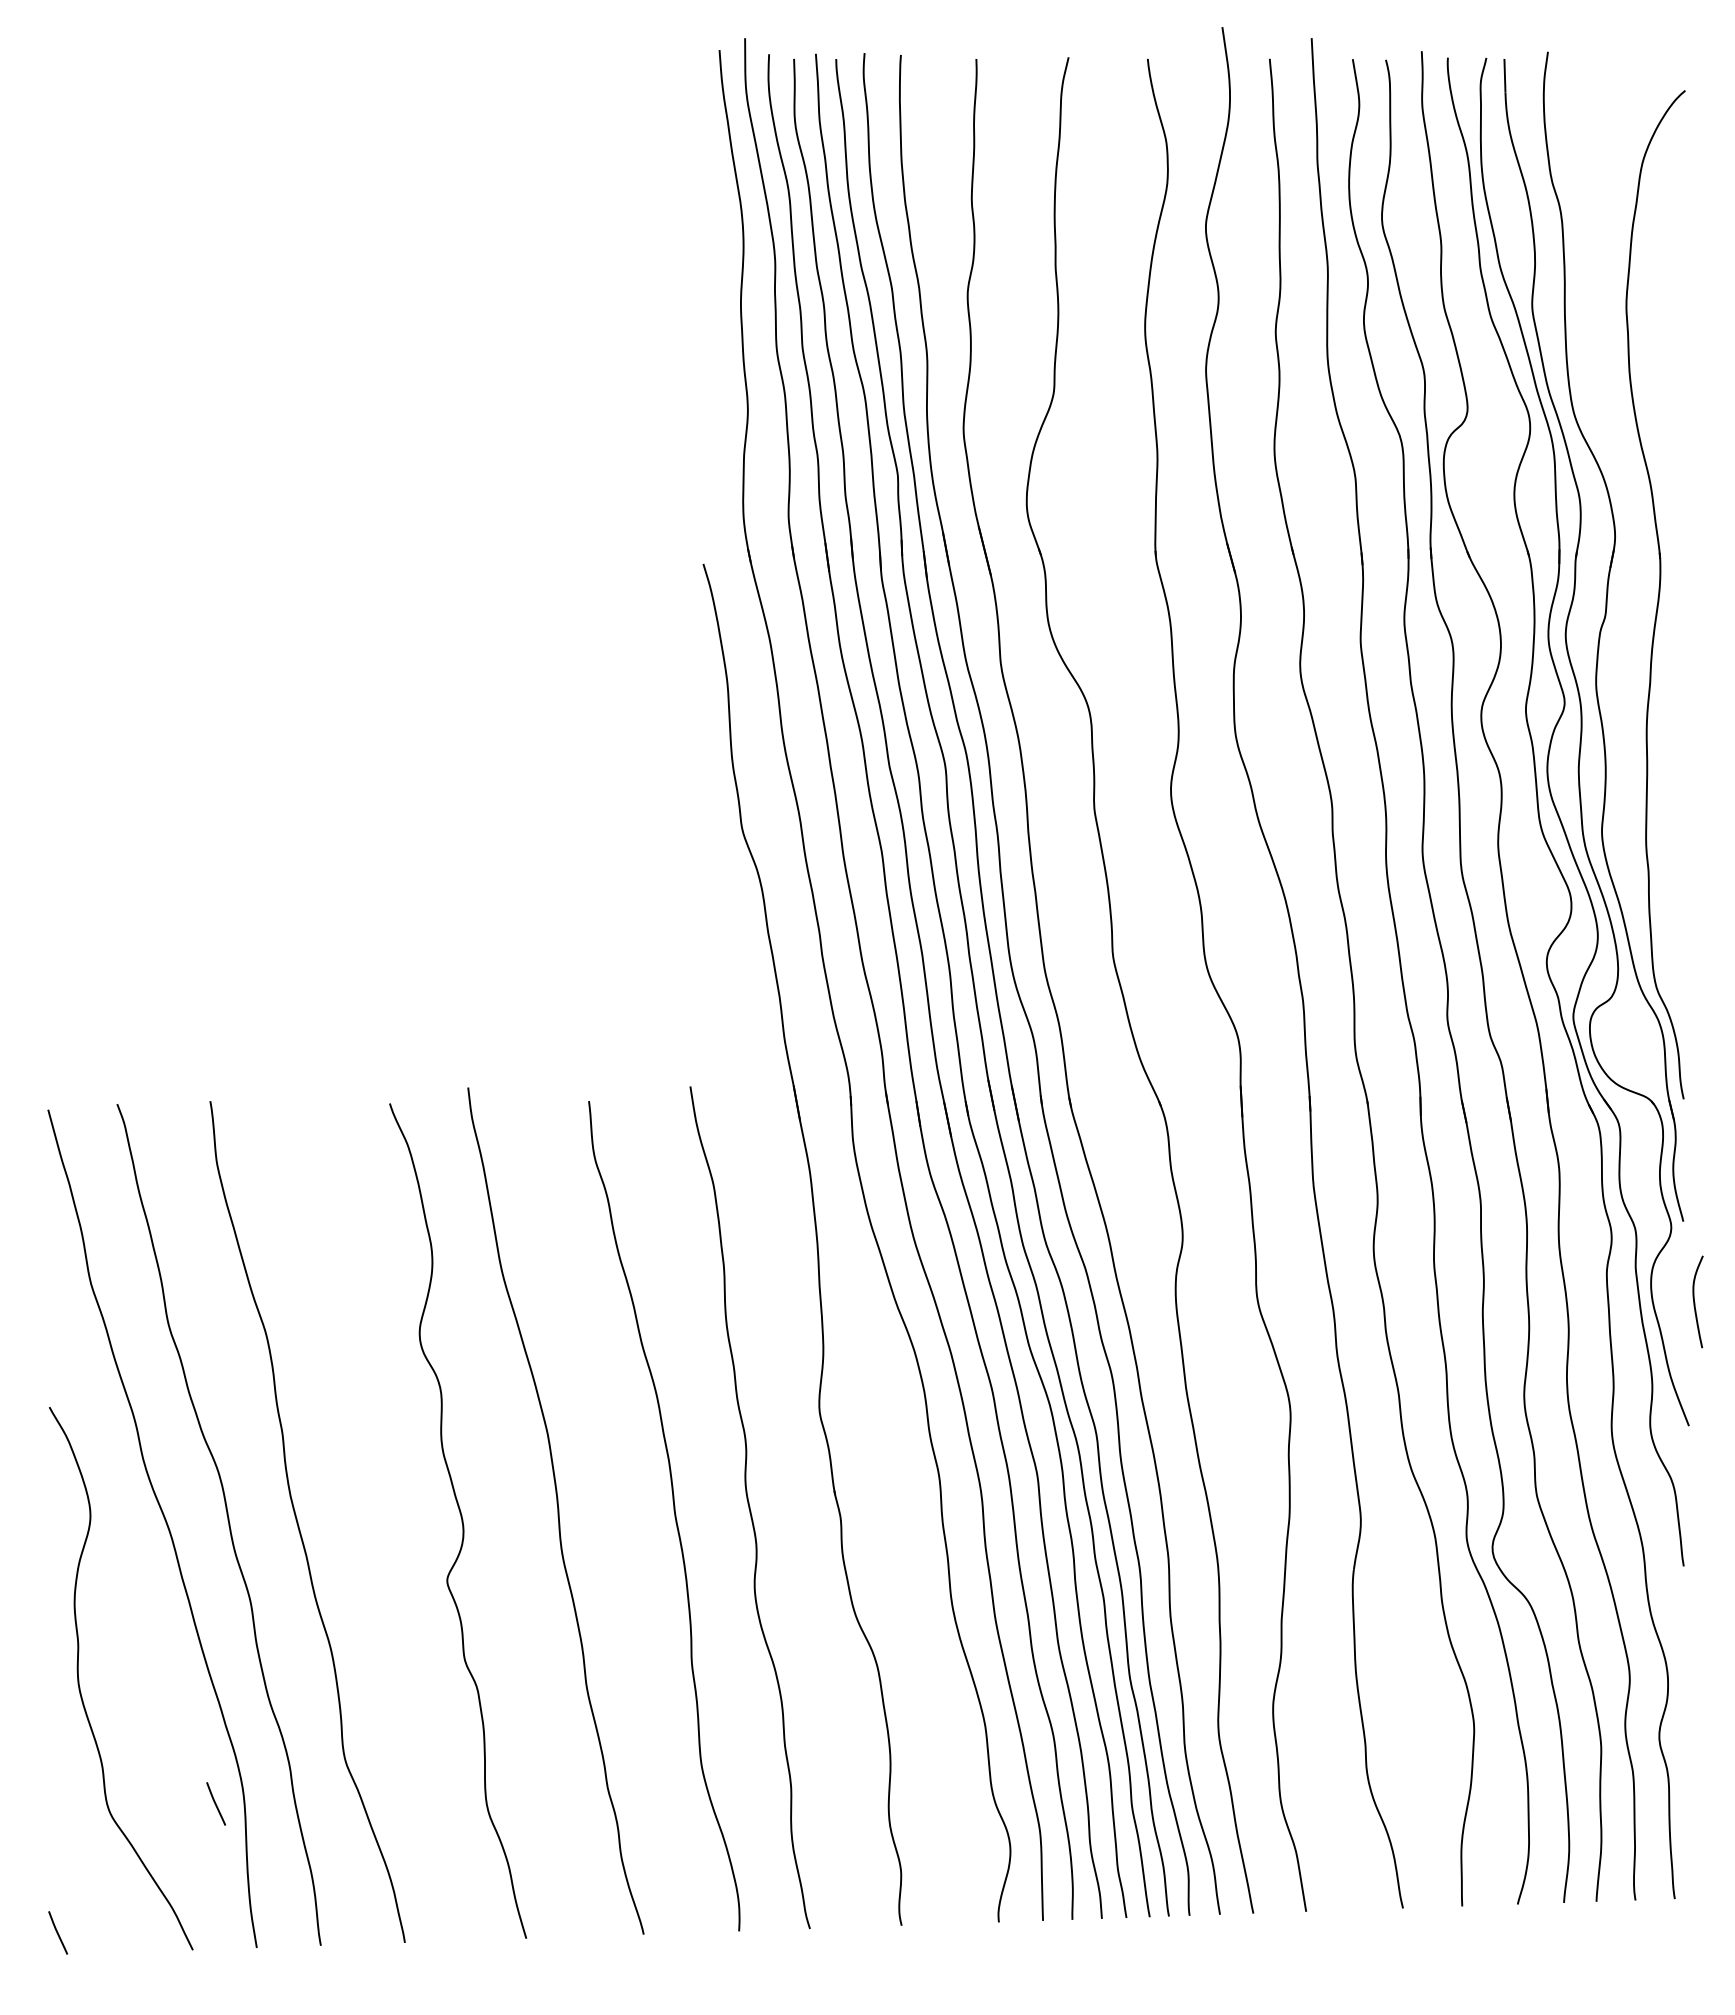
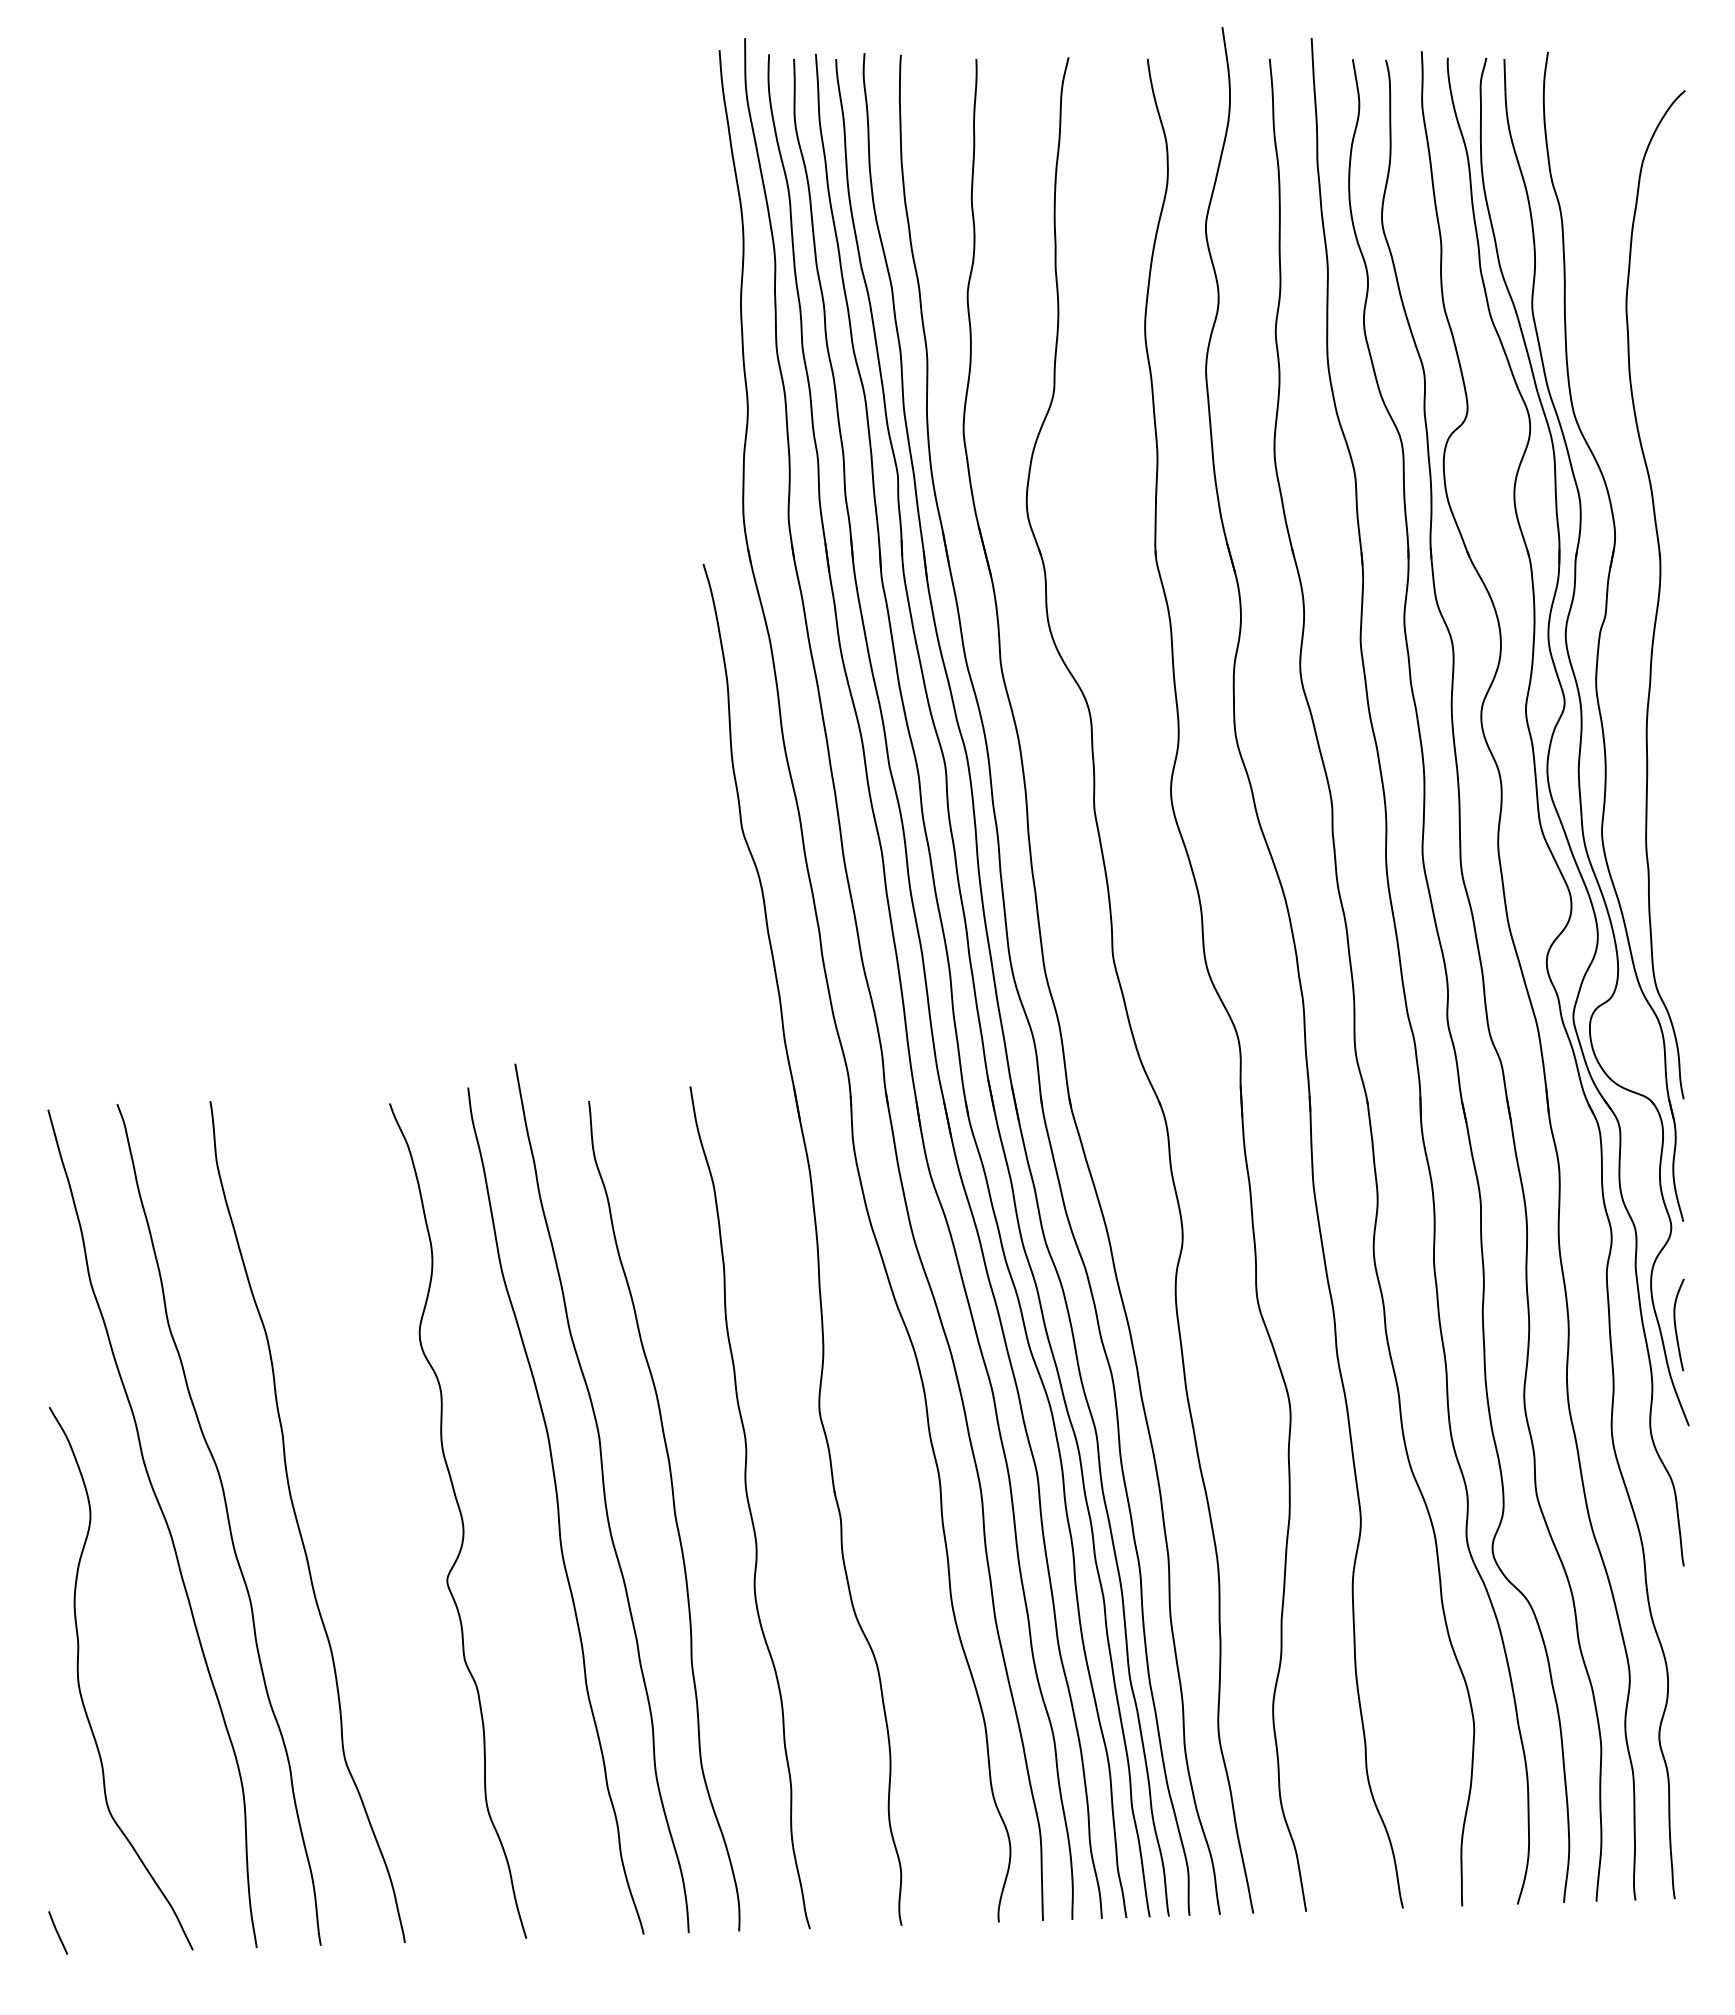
curve at (1695, 1302) position: (1695, 1302) -> (1676, 1325)
curve at (603, 1496): none -> present
line at (215, 1803): present -> none
